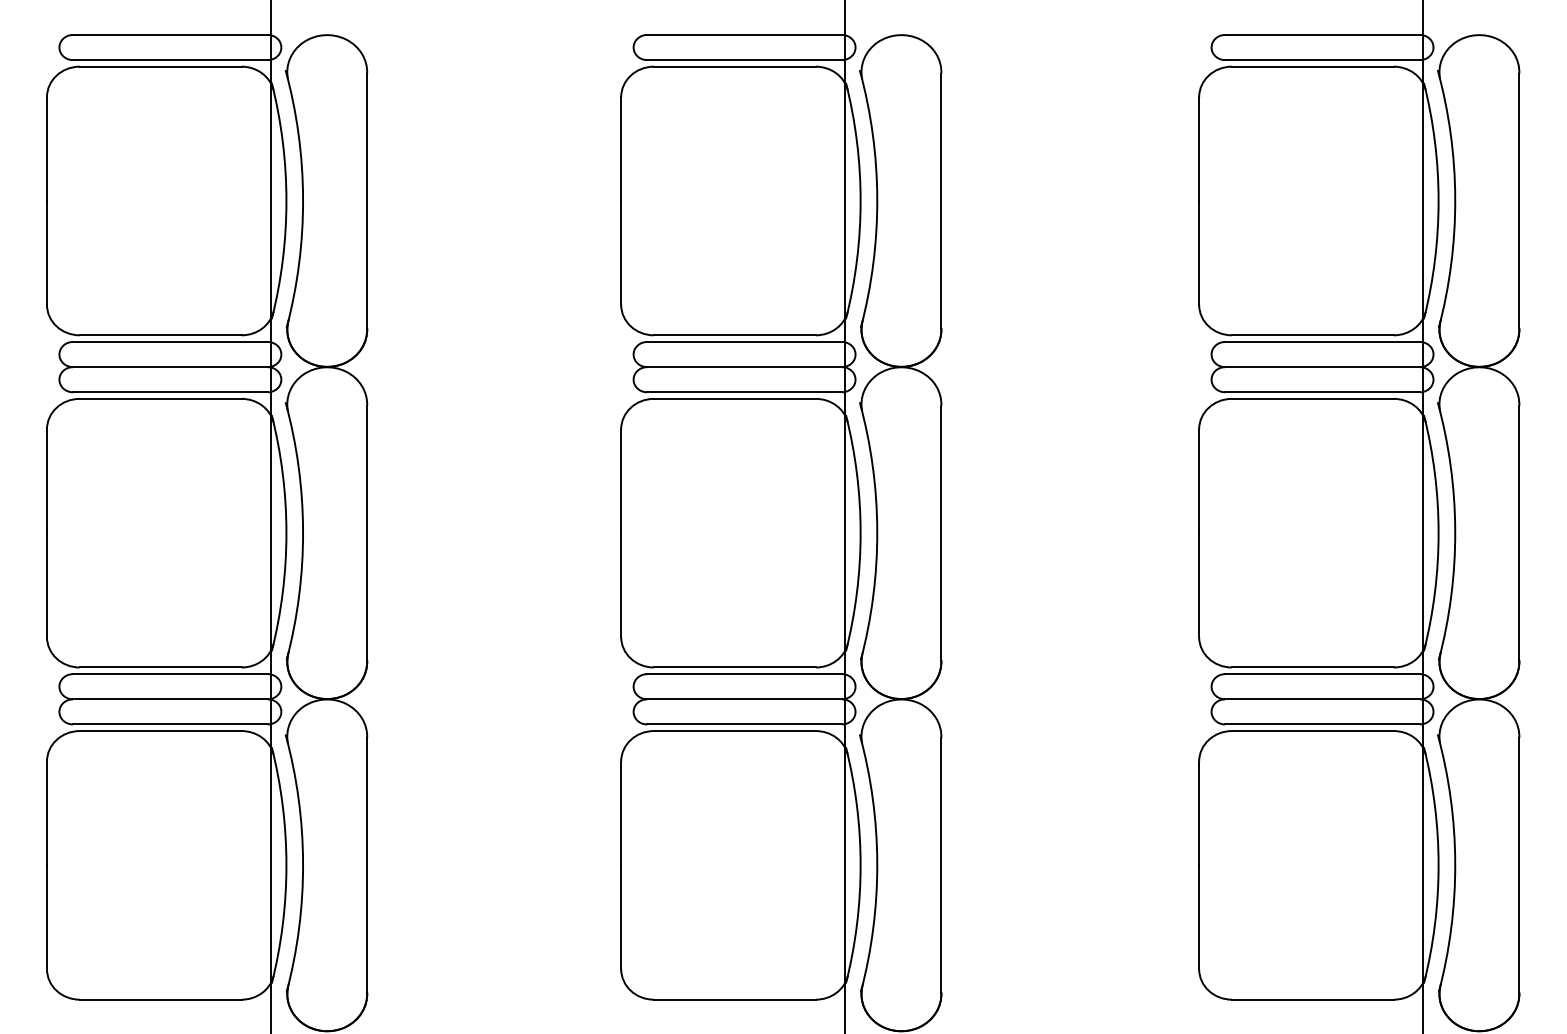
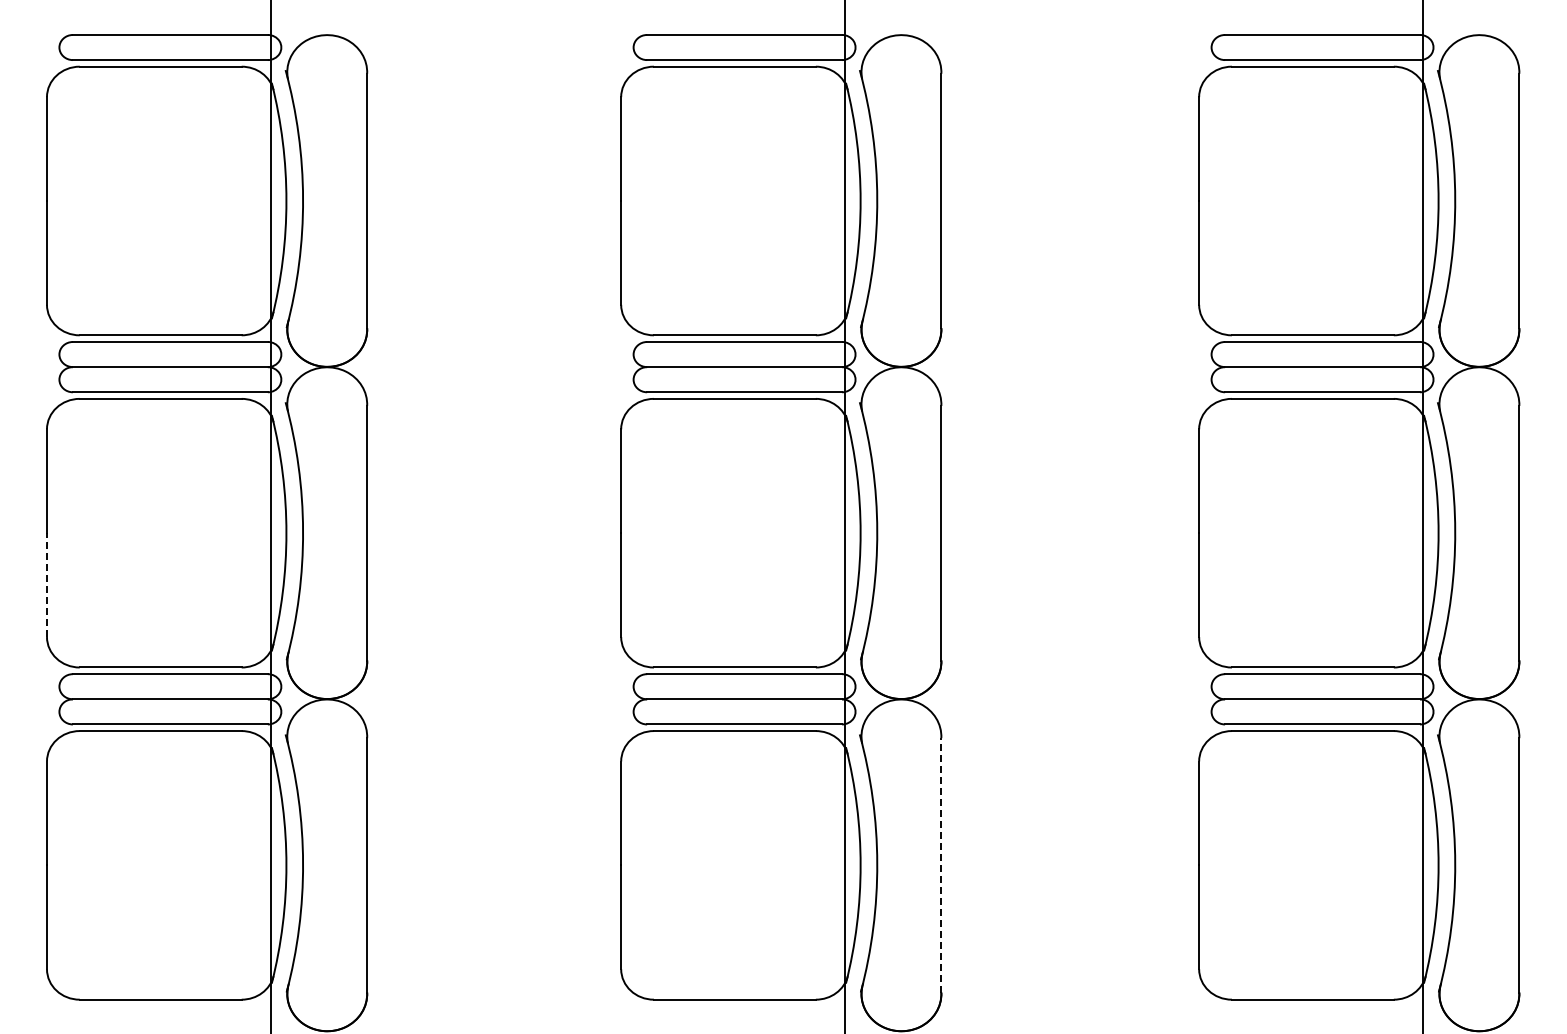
line at (47, 585): solid -> dashed
line at (941, 864): solid -> dashed
